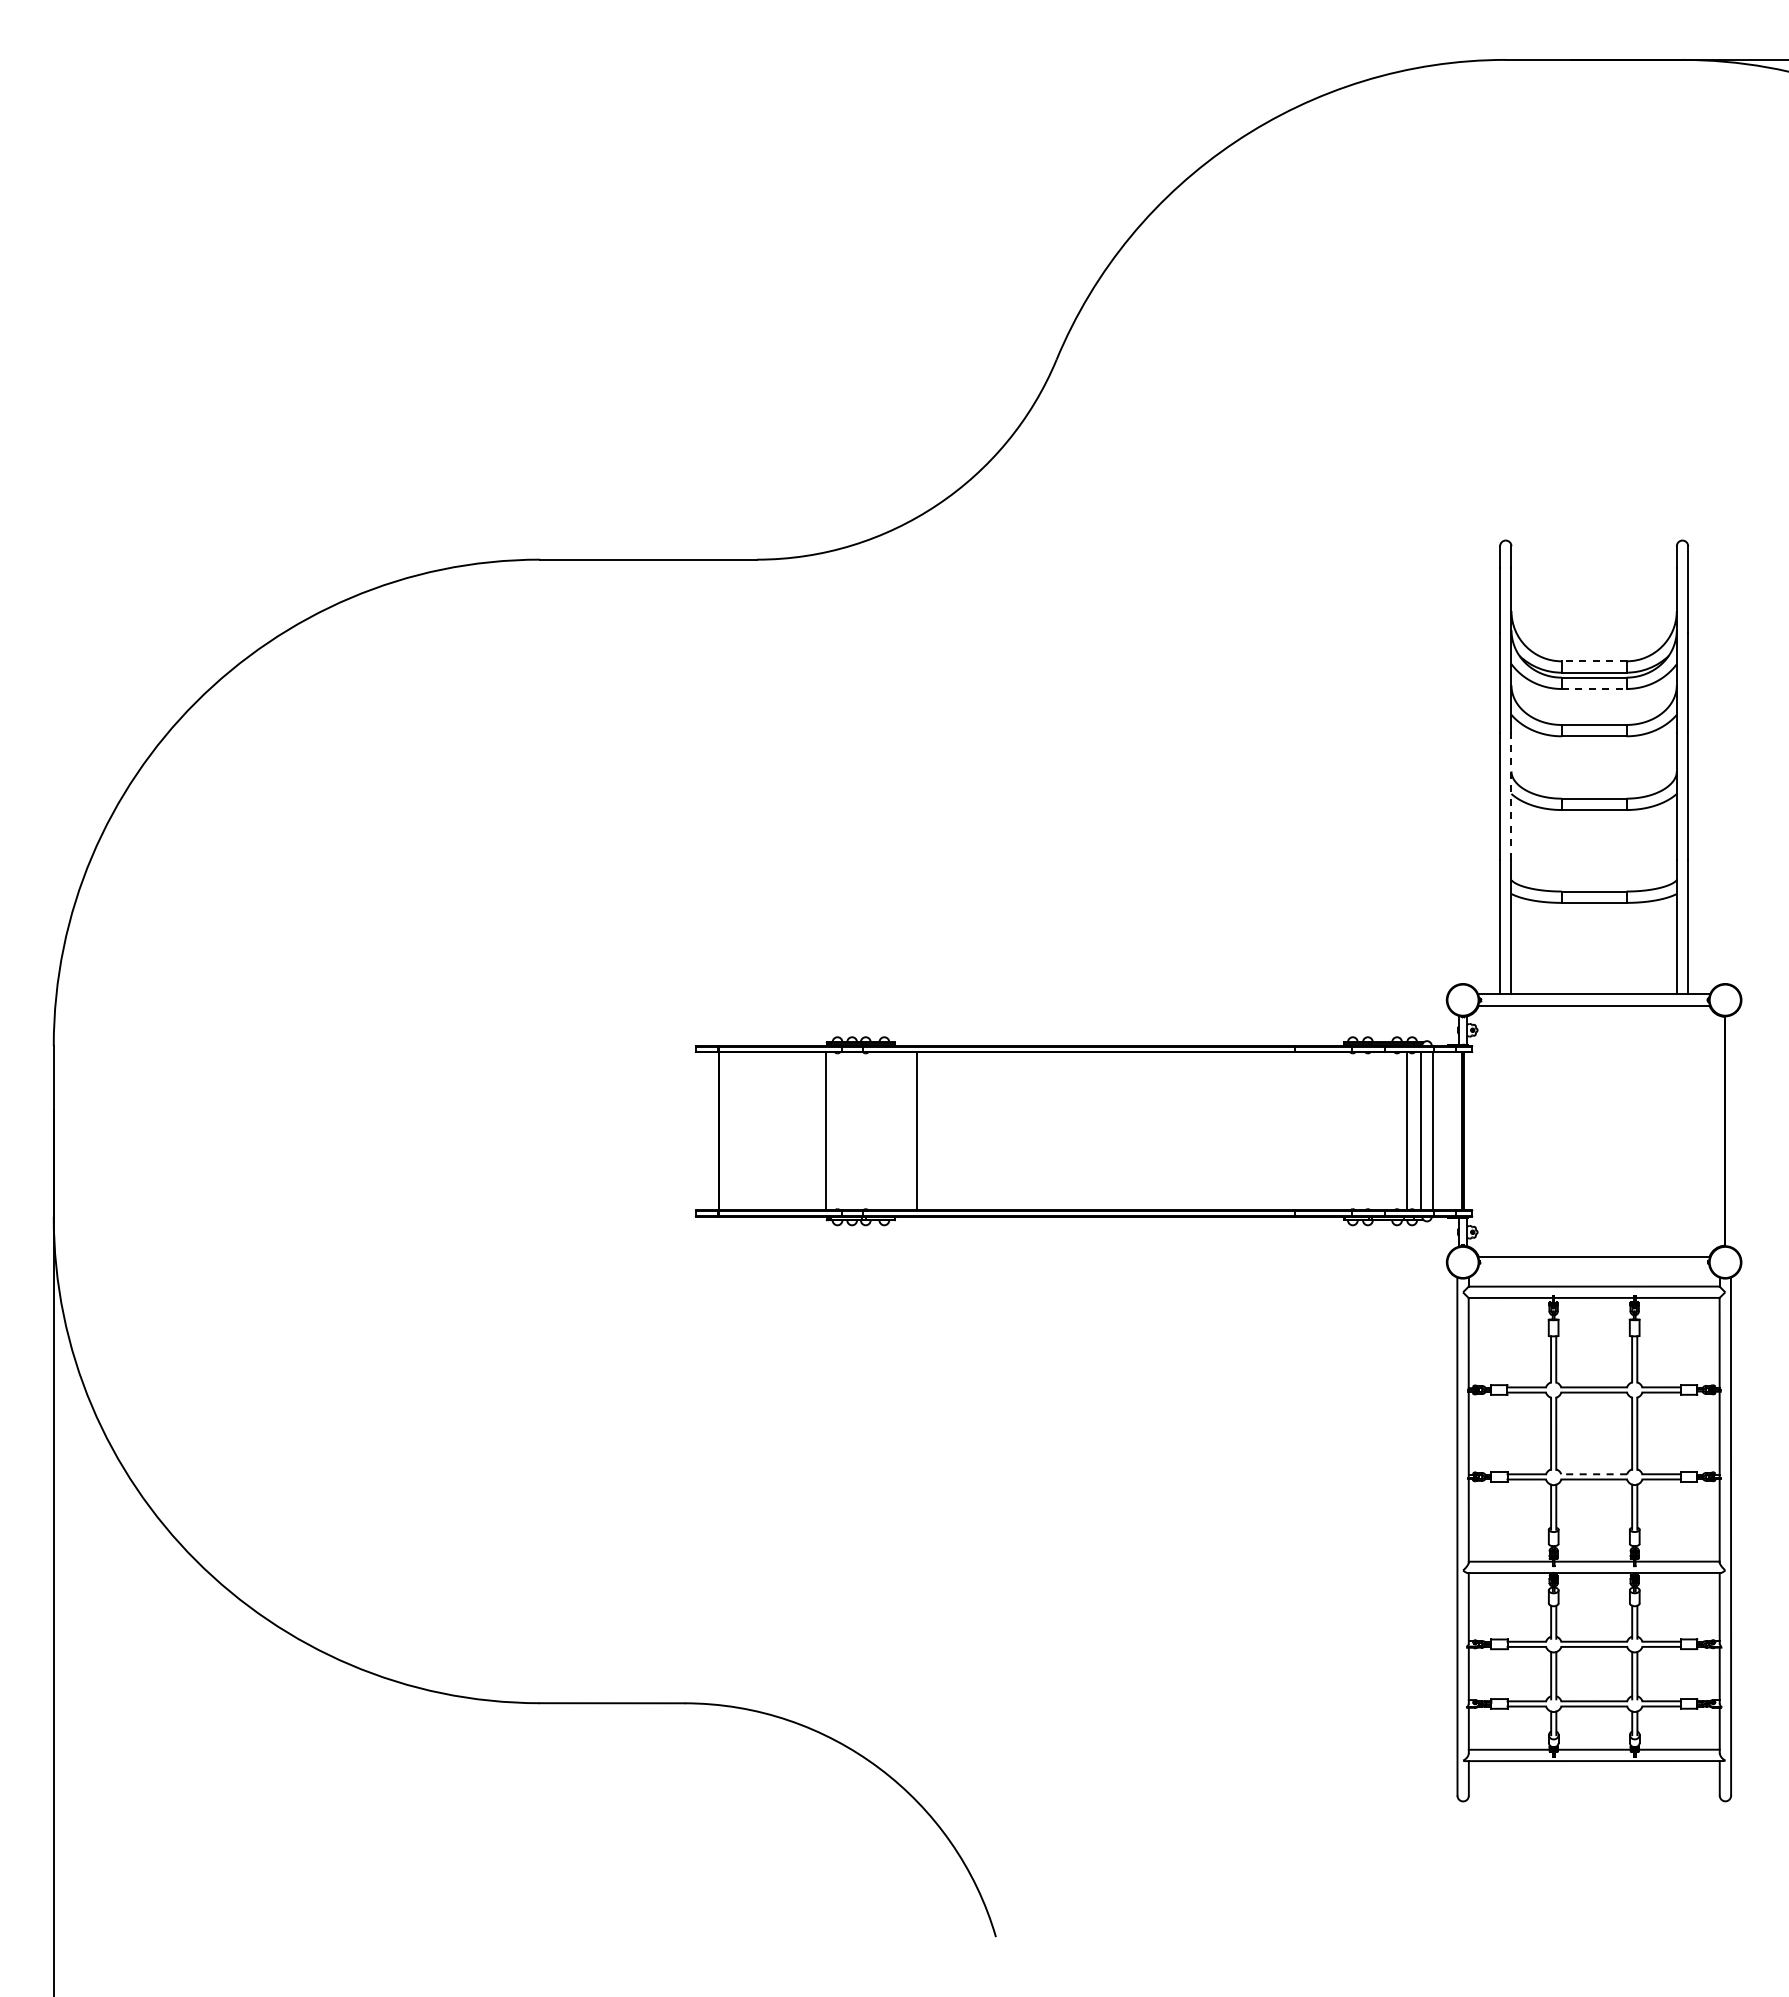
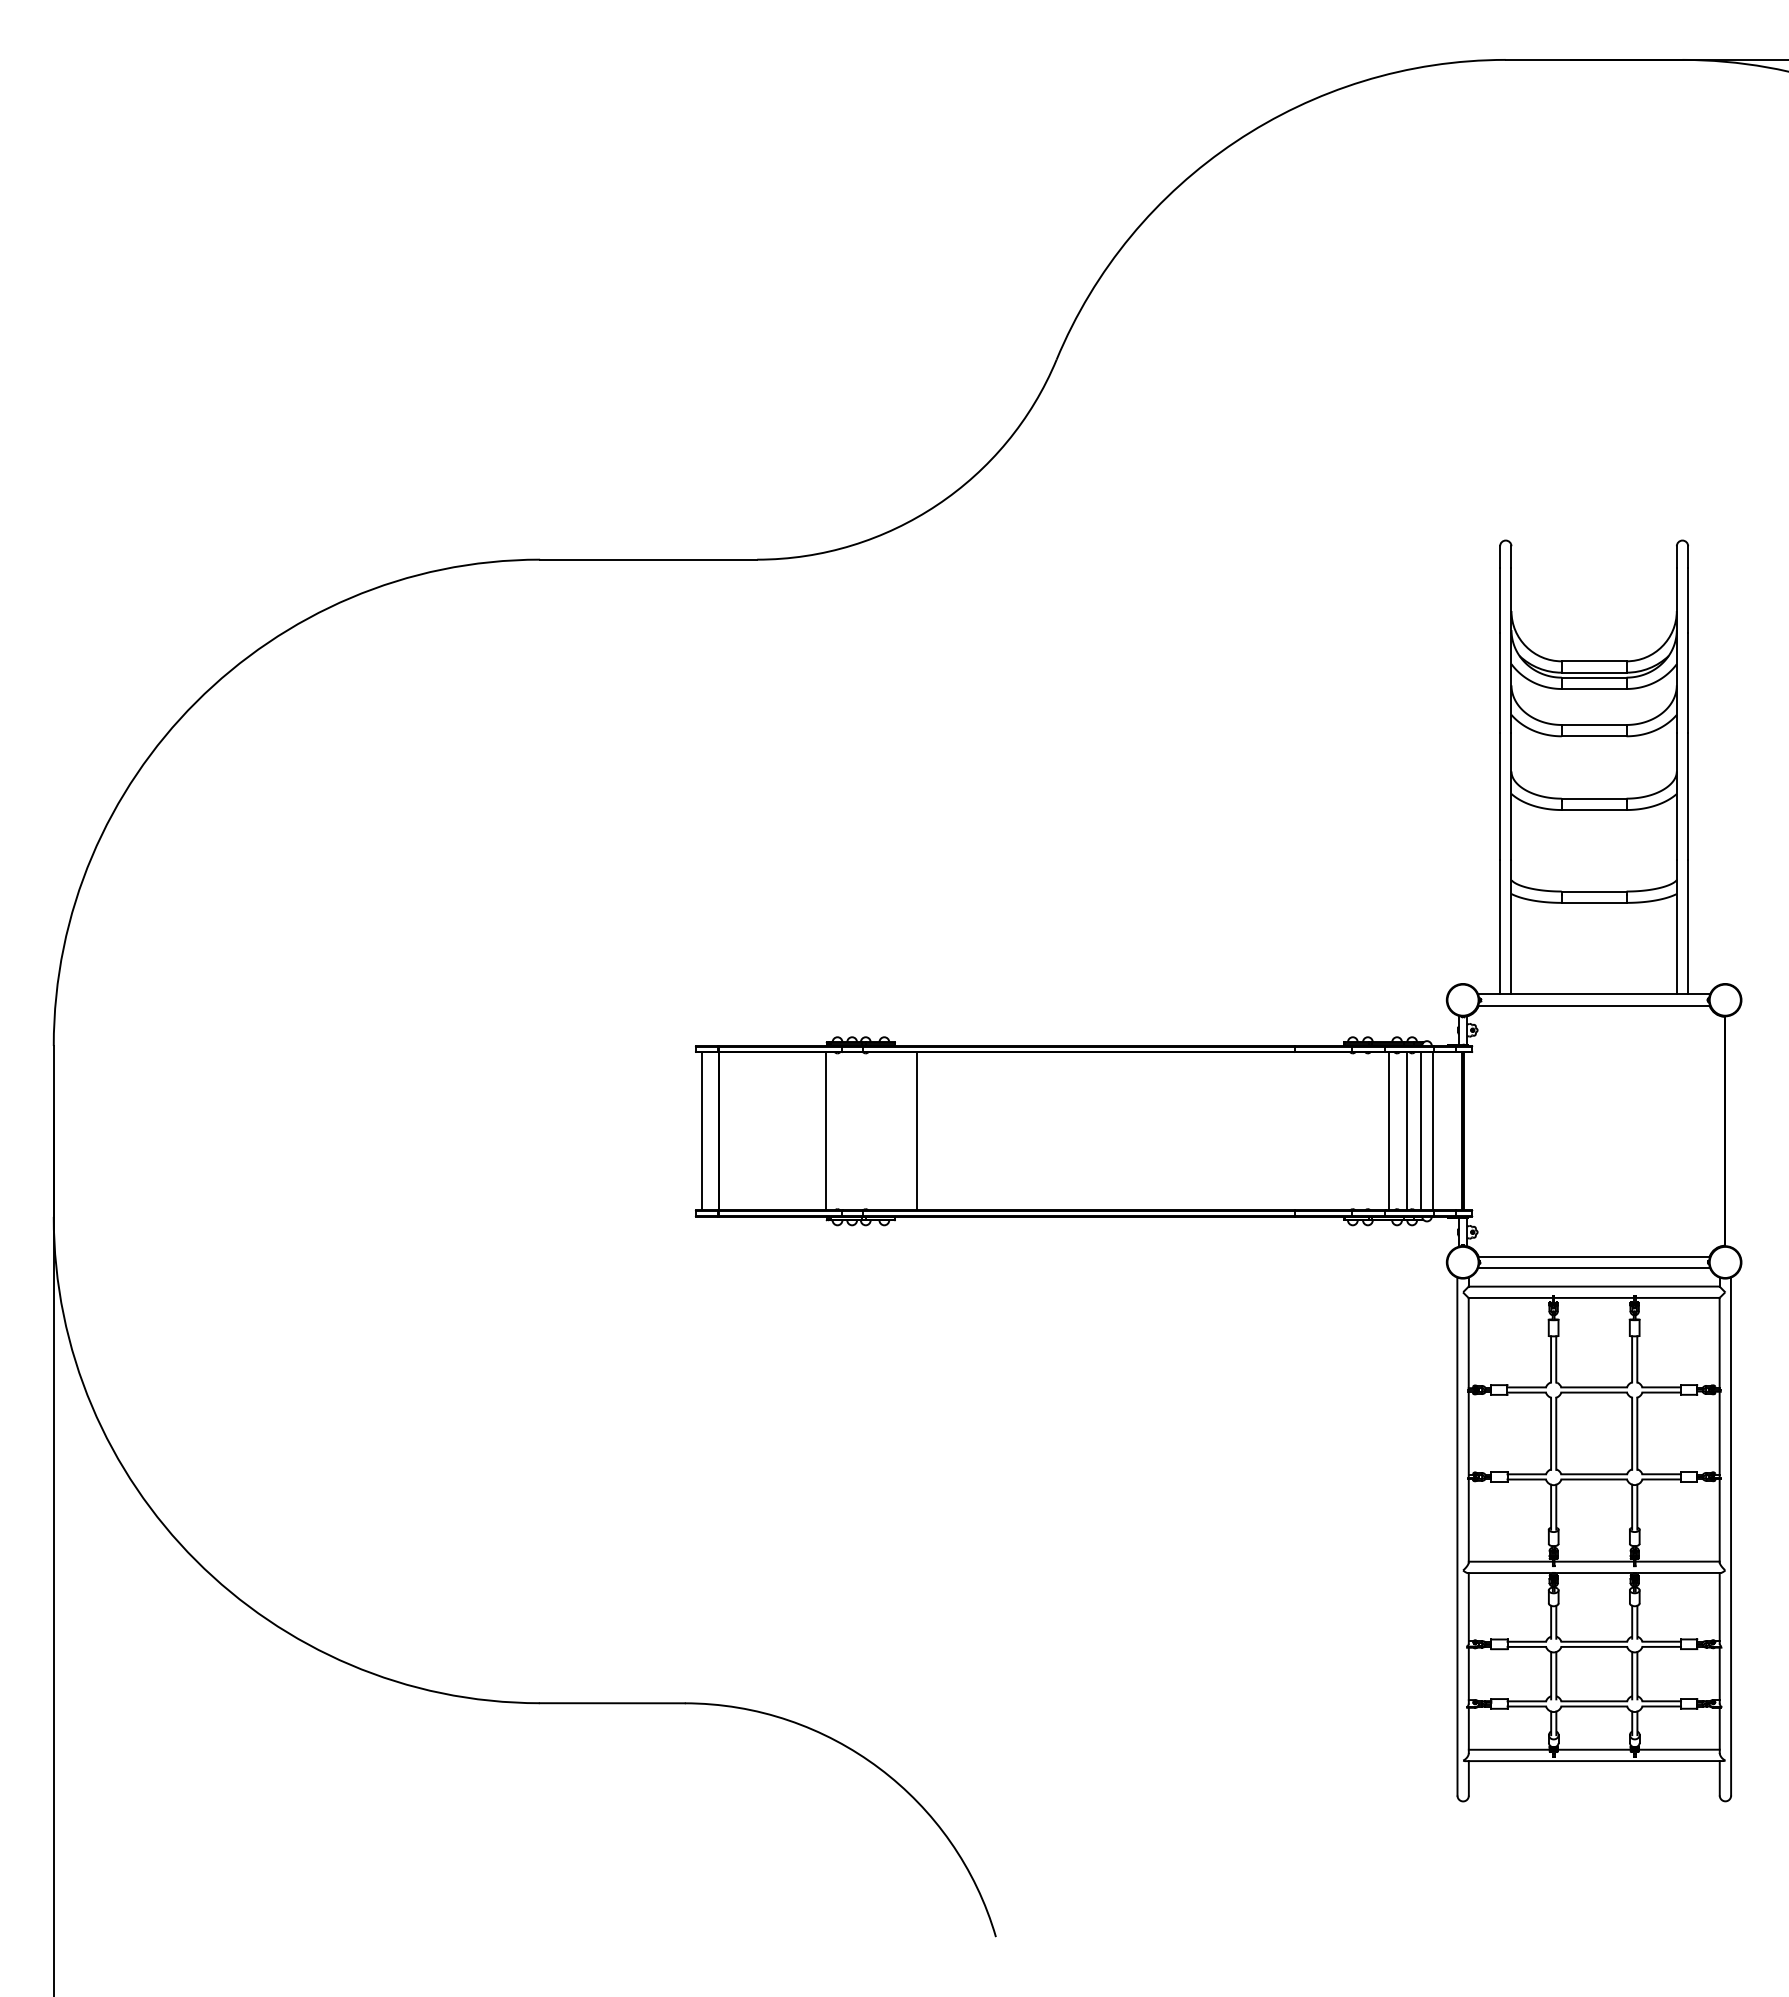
line at (1593, 661): dashed -> solid
line at (1594, 688): dashed -> solid
line at (1511, 796): dashed -> solid
line at (702, 1131): none -> present
line at (1389, 1131): none -> present
line at (1594, 1267): none -> present
line at (1594, 1474): dashed -> solid
